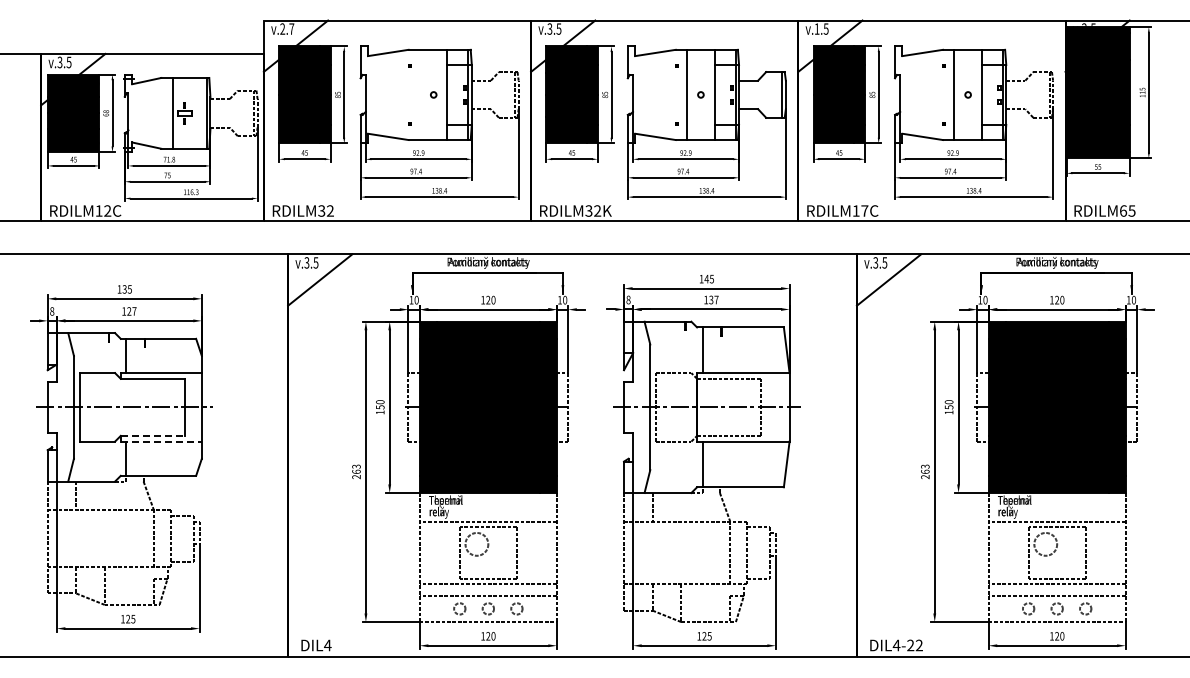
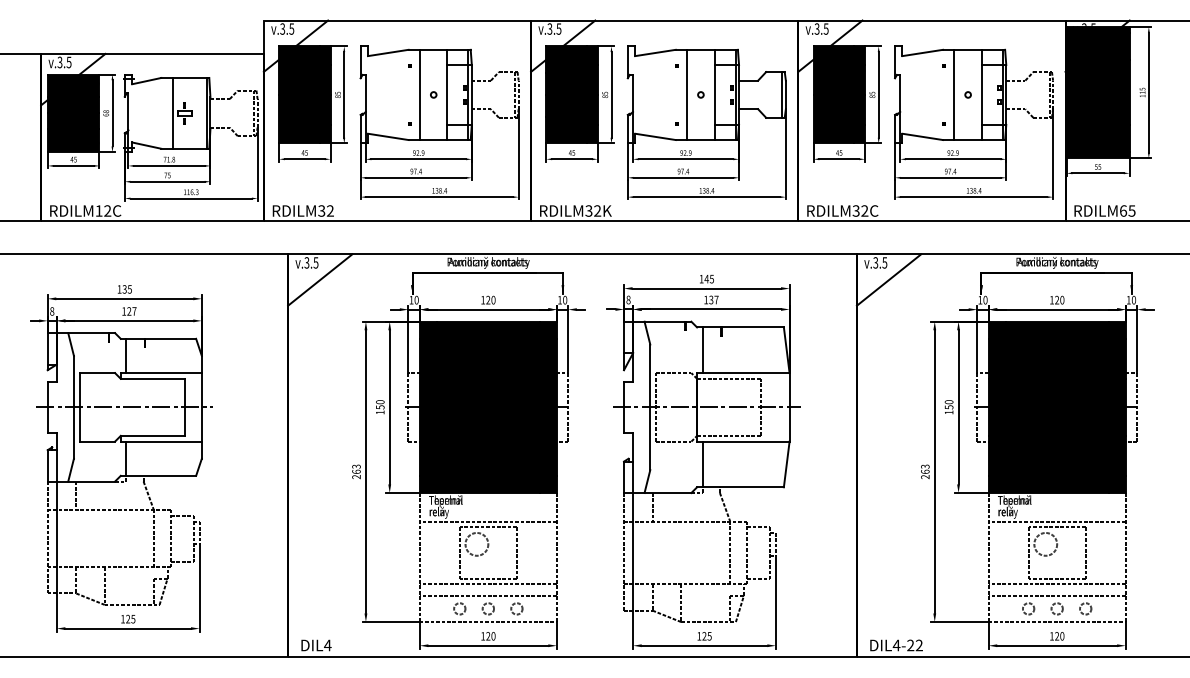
text at (287, 28): v.2.7 -> v.3.5
text at (816, 28): v.1.5 -> v.3.5
line at (420, 94): none -> present
text at (860, 210): RDILM17C -> RDILM32C
line at (152, 435): dashed -> solid
line at (161, 441): dashed -> solid
